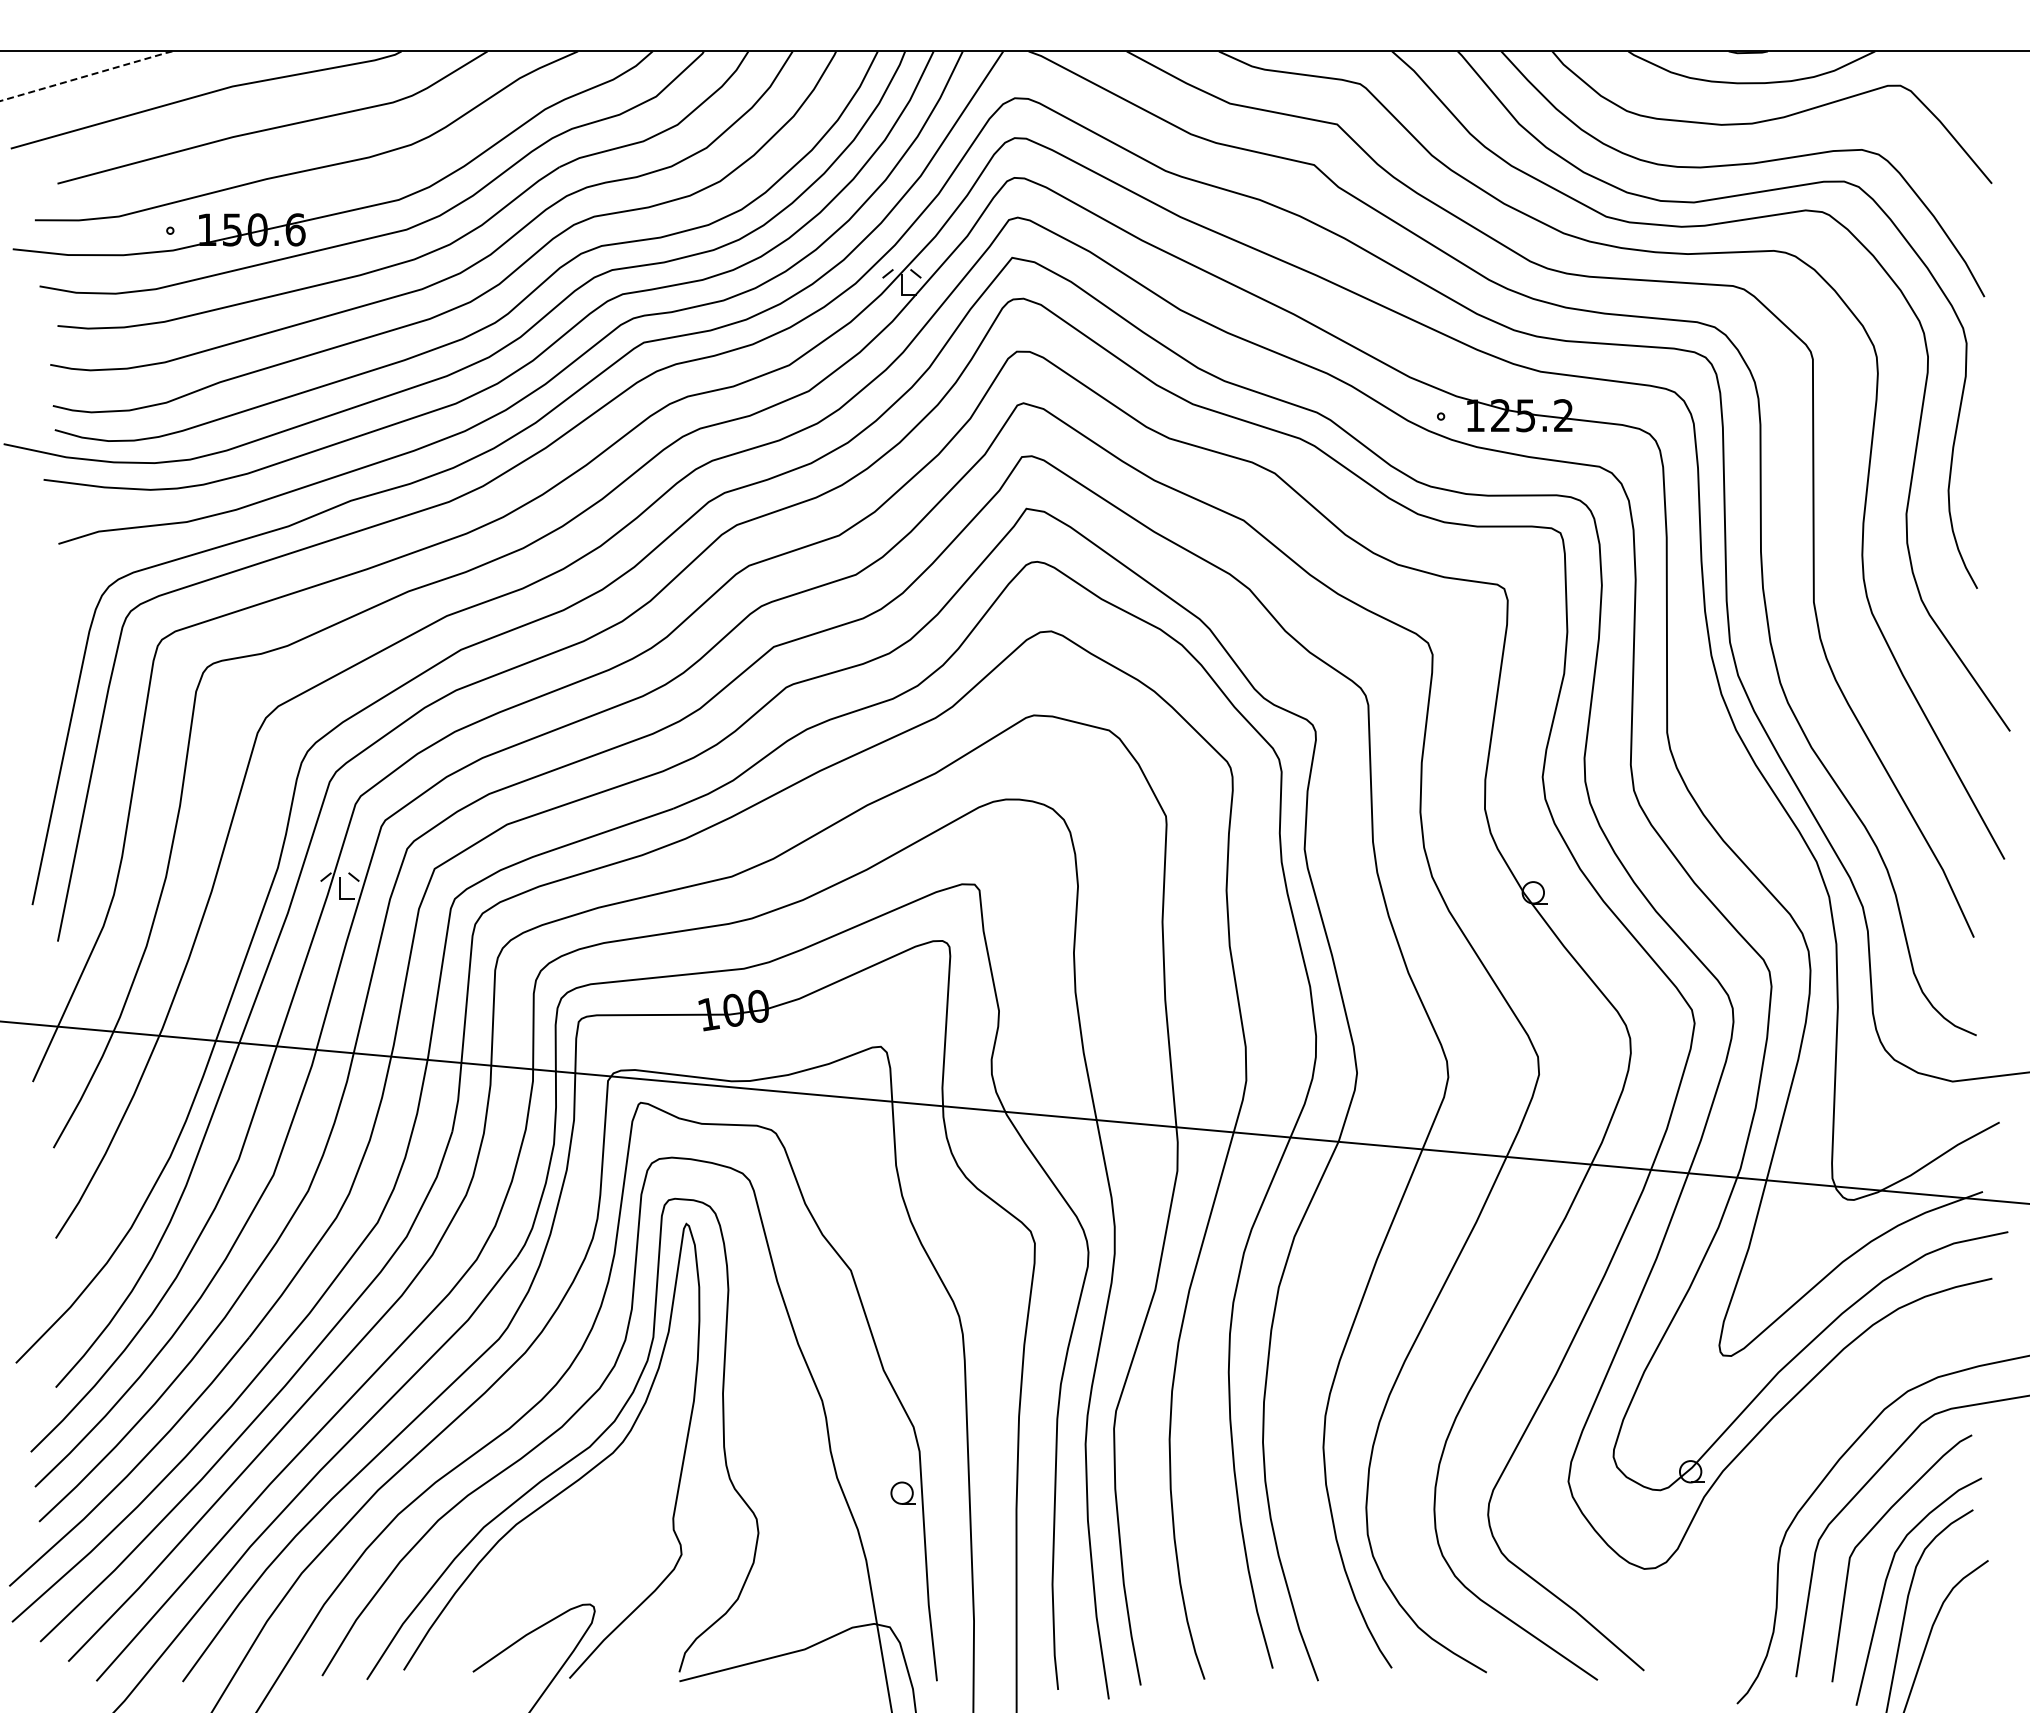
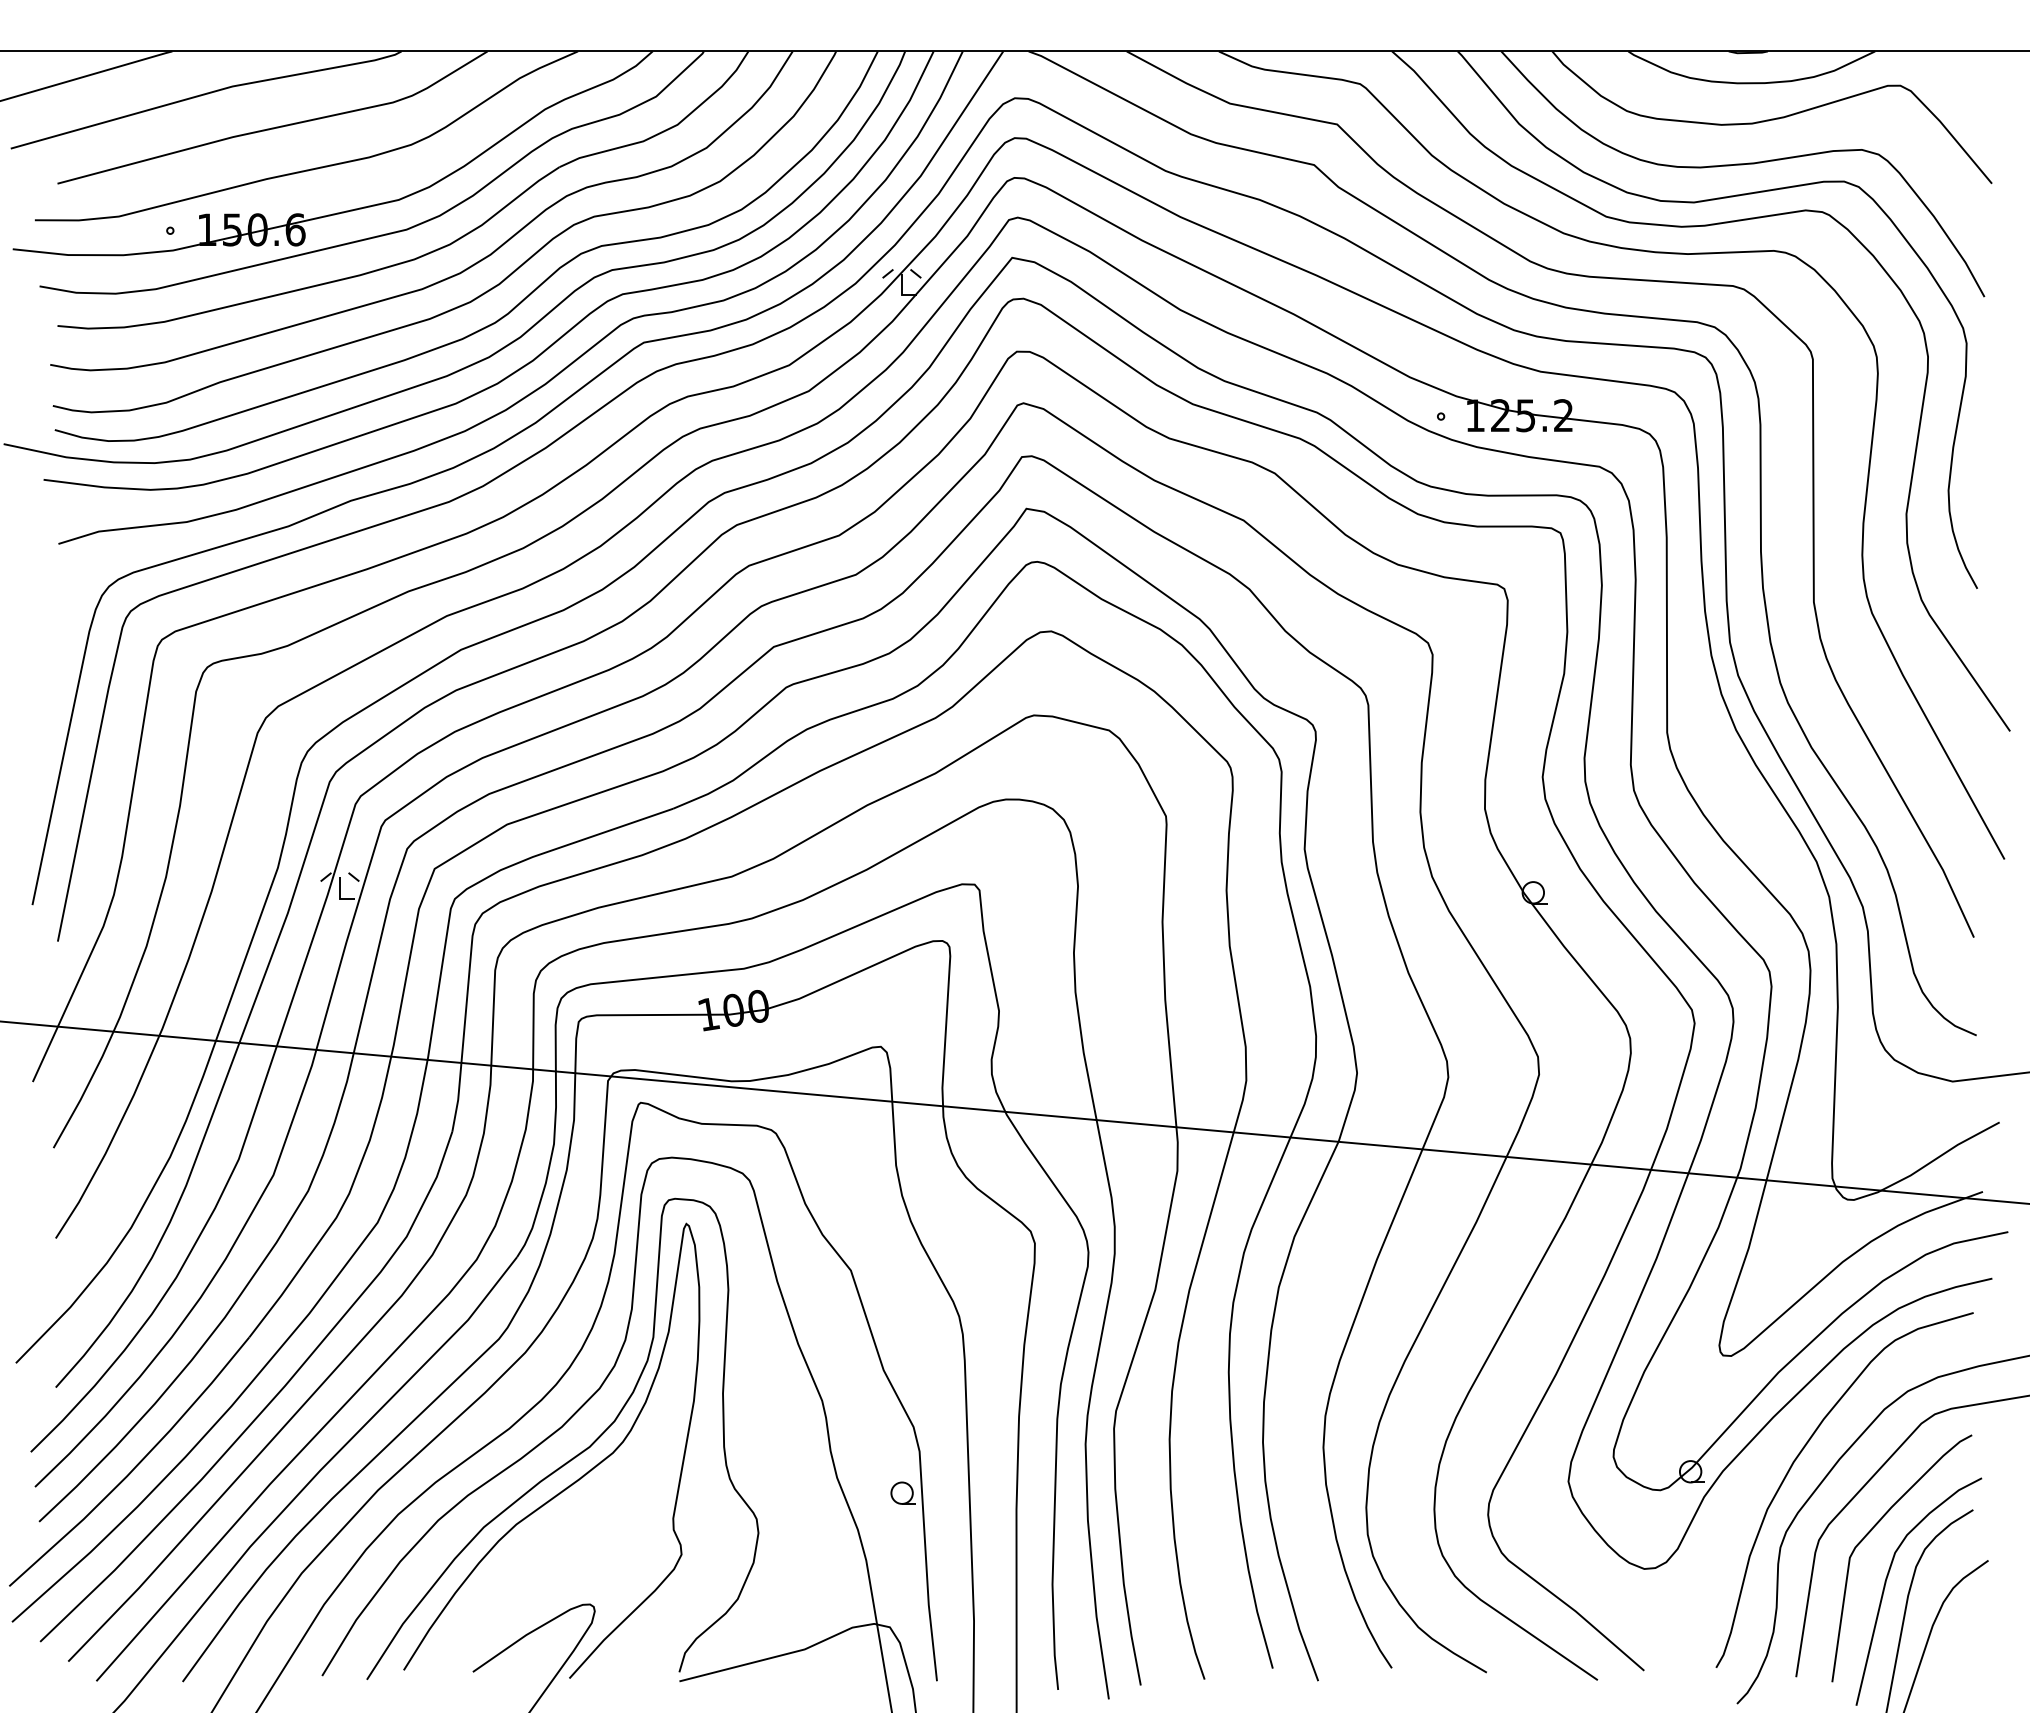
line at (86, 76): dashed -> solid
curve at (1798, 1457): none -> present
